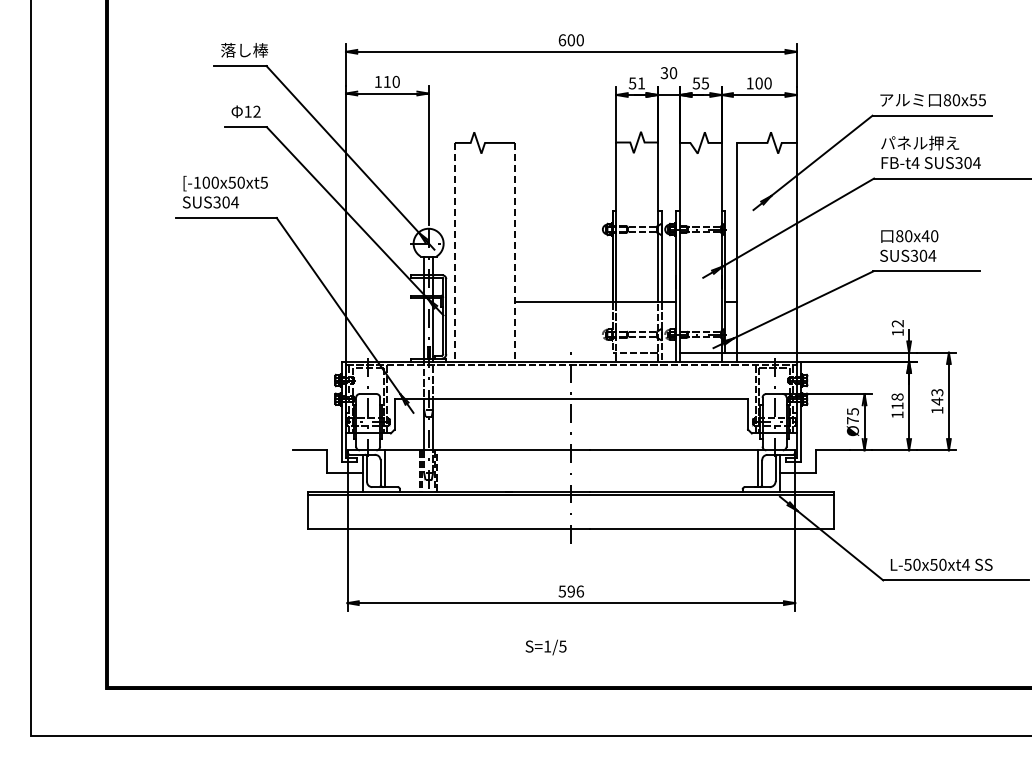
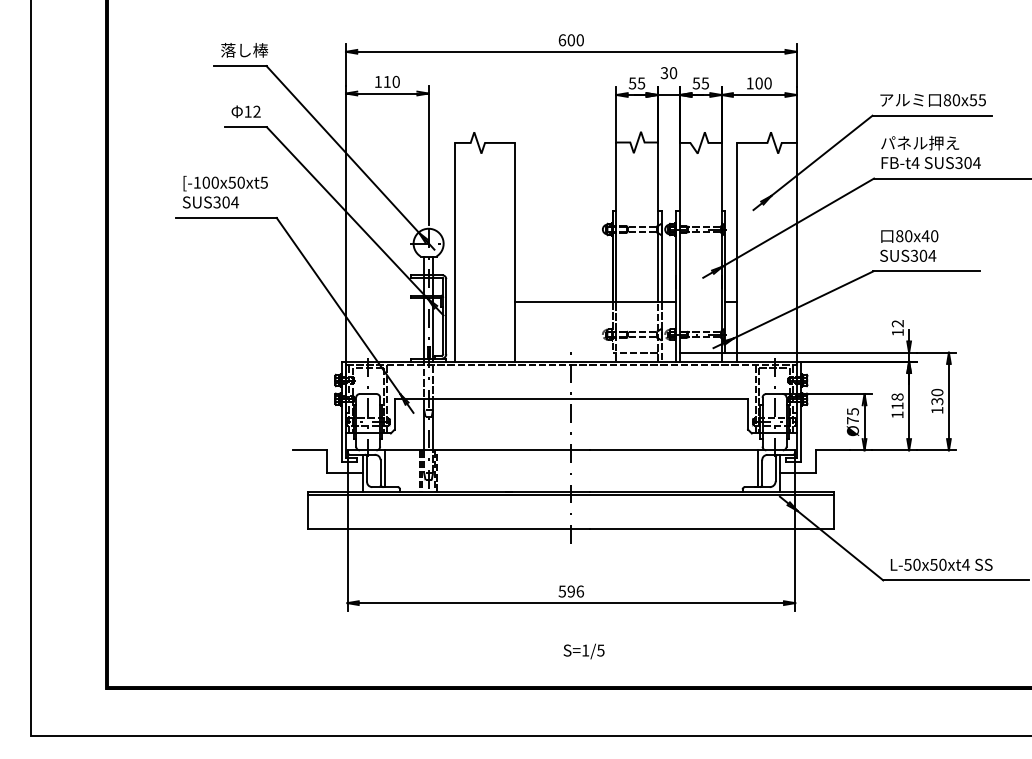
text at (641, 83): 51 -> 55
line at (454, 252): dashed -> solid
line at (515, 252): dashed -> solid
text at (937, 396): 143 -> 130
text at (545, 647) position: (545, 647) -> (583, 651)
